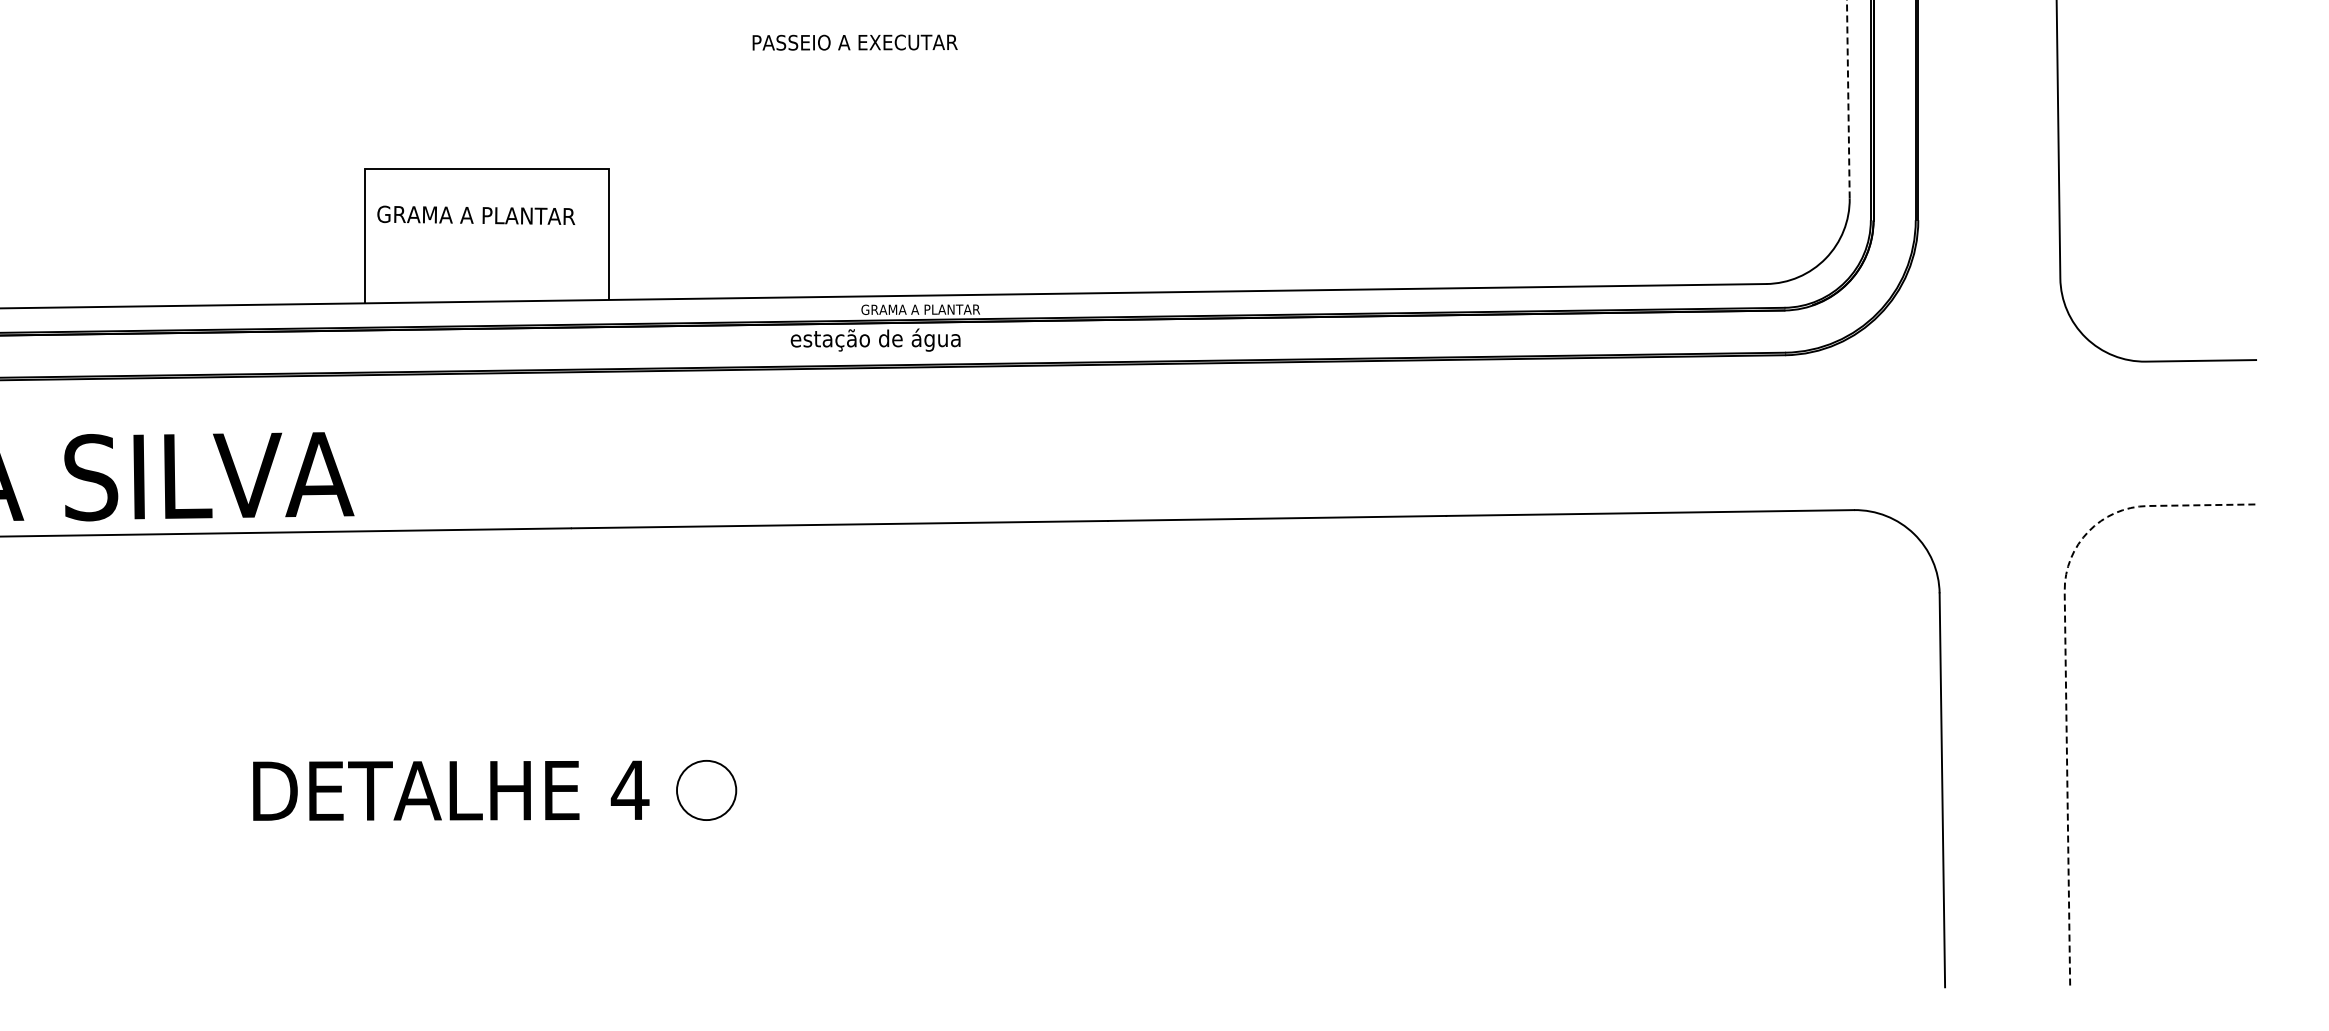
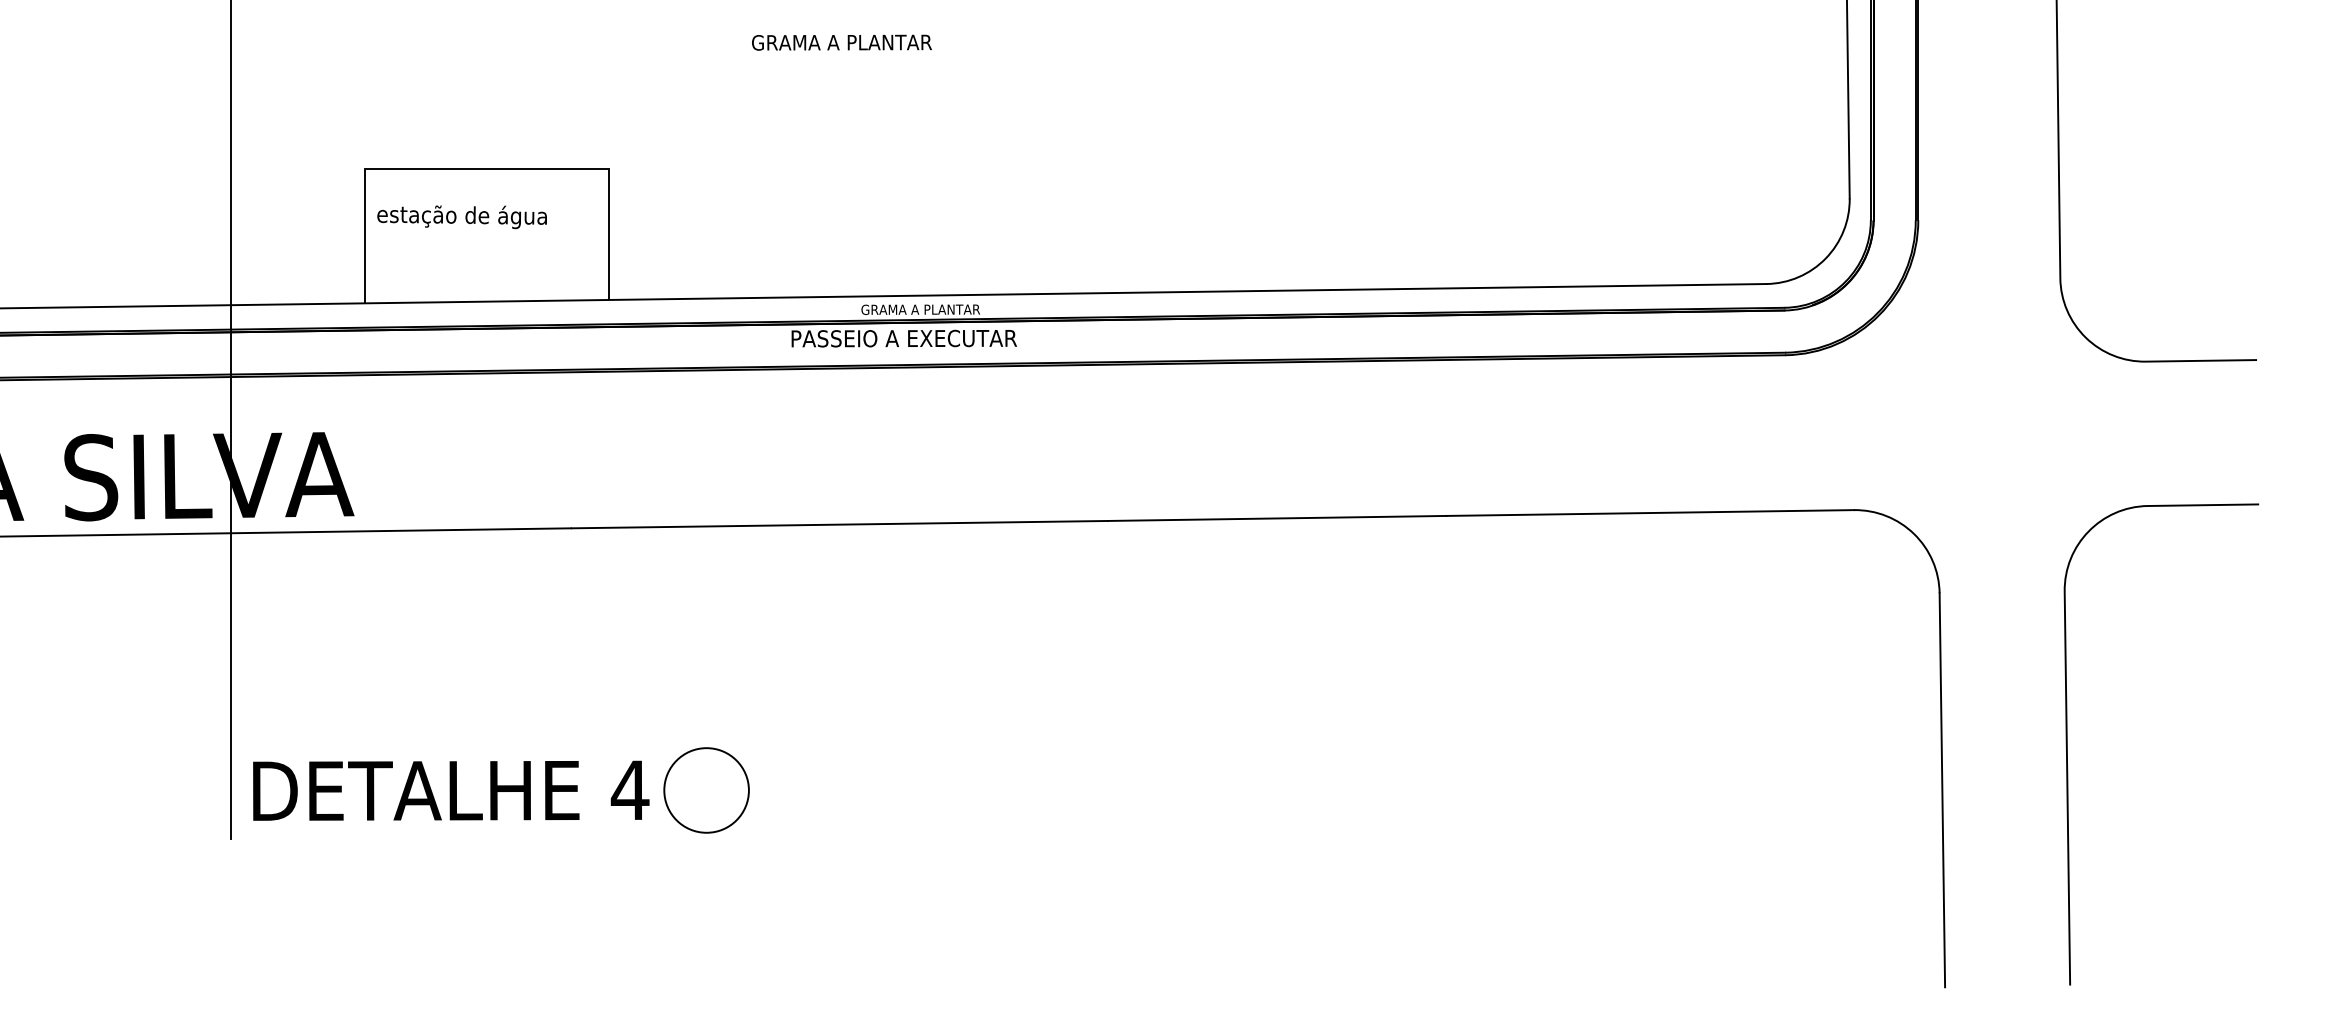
text at (854, 42): PASSEIO A EXECUTAR -> GRAMA A PLANTAR
line at (1848, 99): dashed -> solid
text at (476, 217): GRAMA A PLANTAR -> estação de água
text at (903, 339): estação de água -> PASSEIO A EXECUTAR
line at (230, 420): none -> present
line at (2065, 652): dashed -> solid
circle at (706, 790) diameter: 59 px -> 85 px
